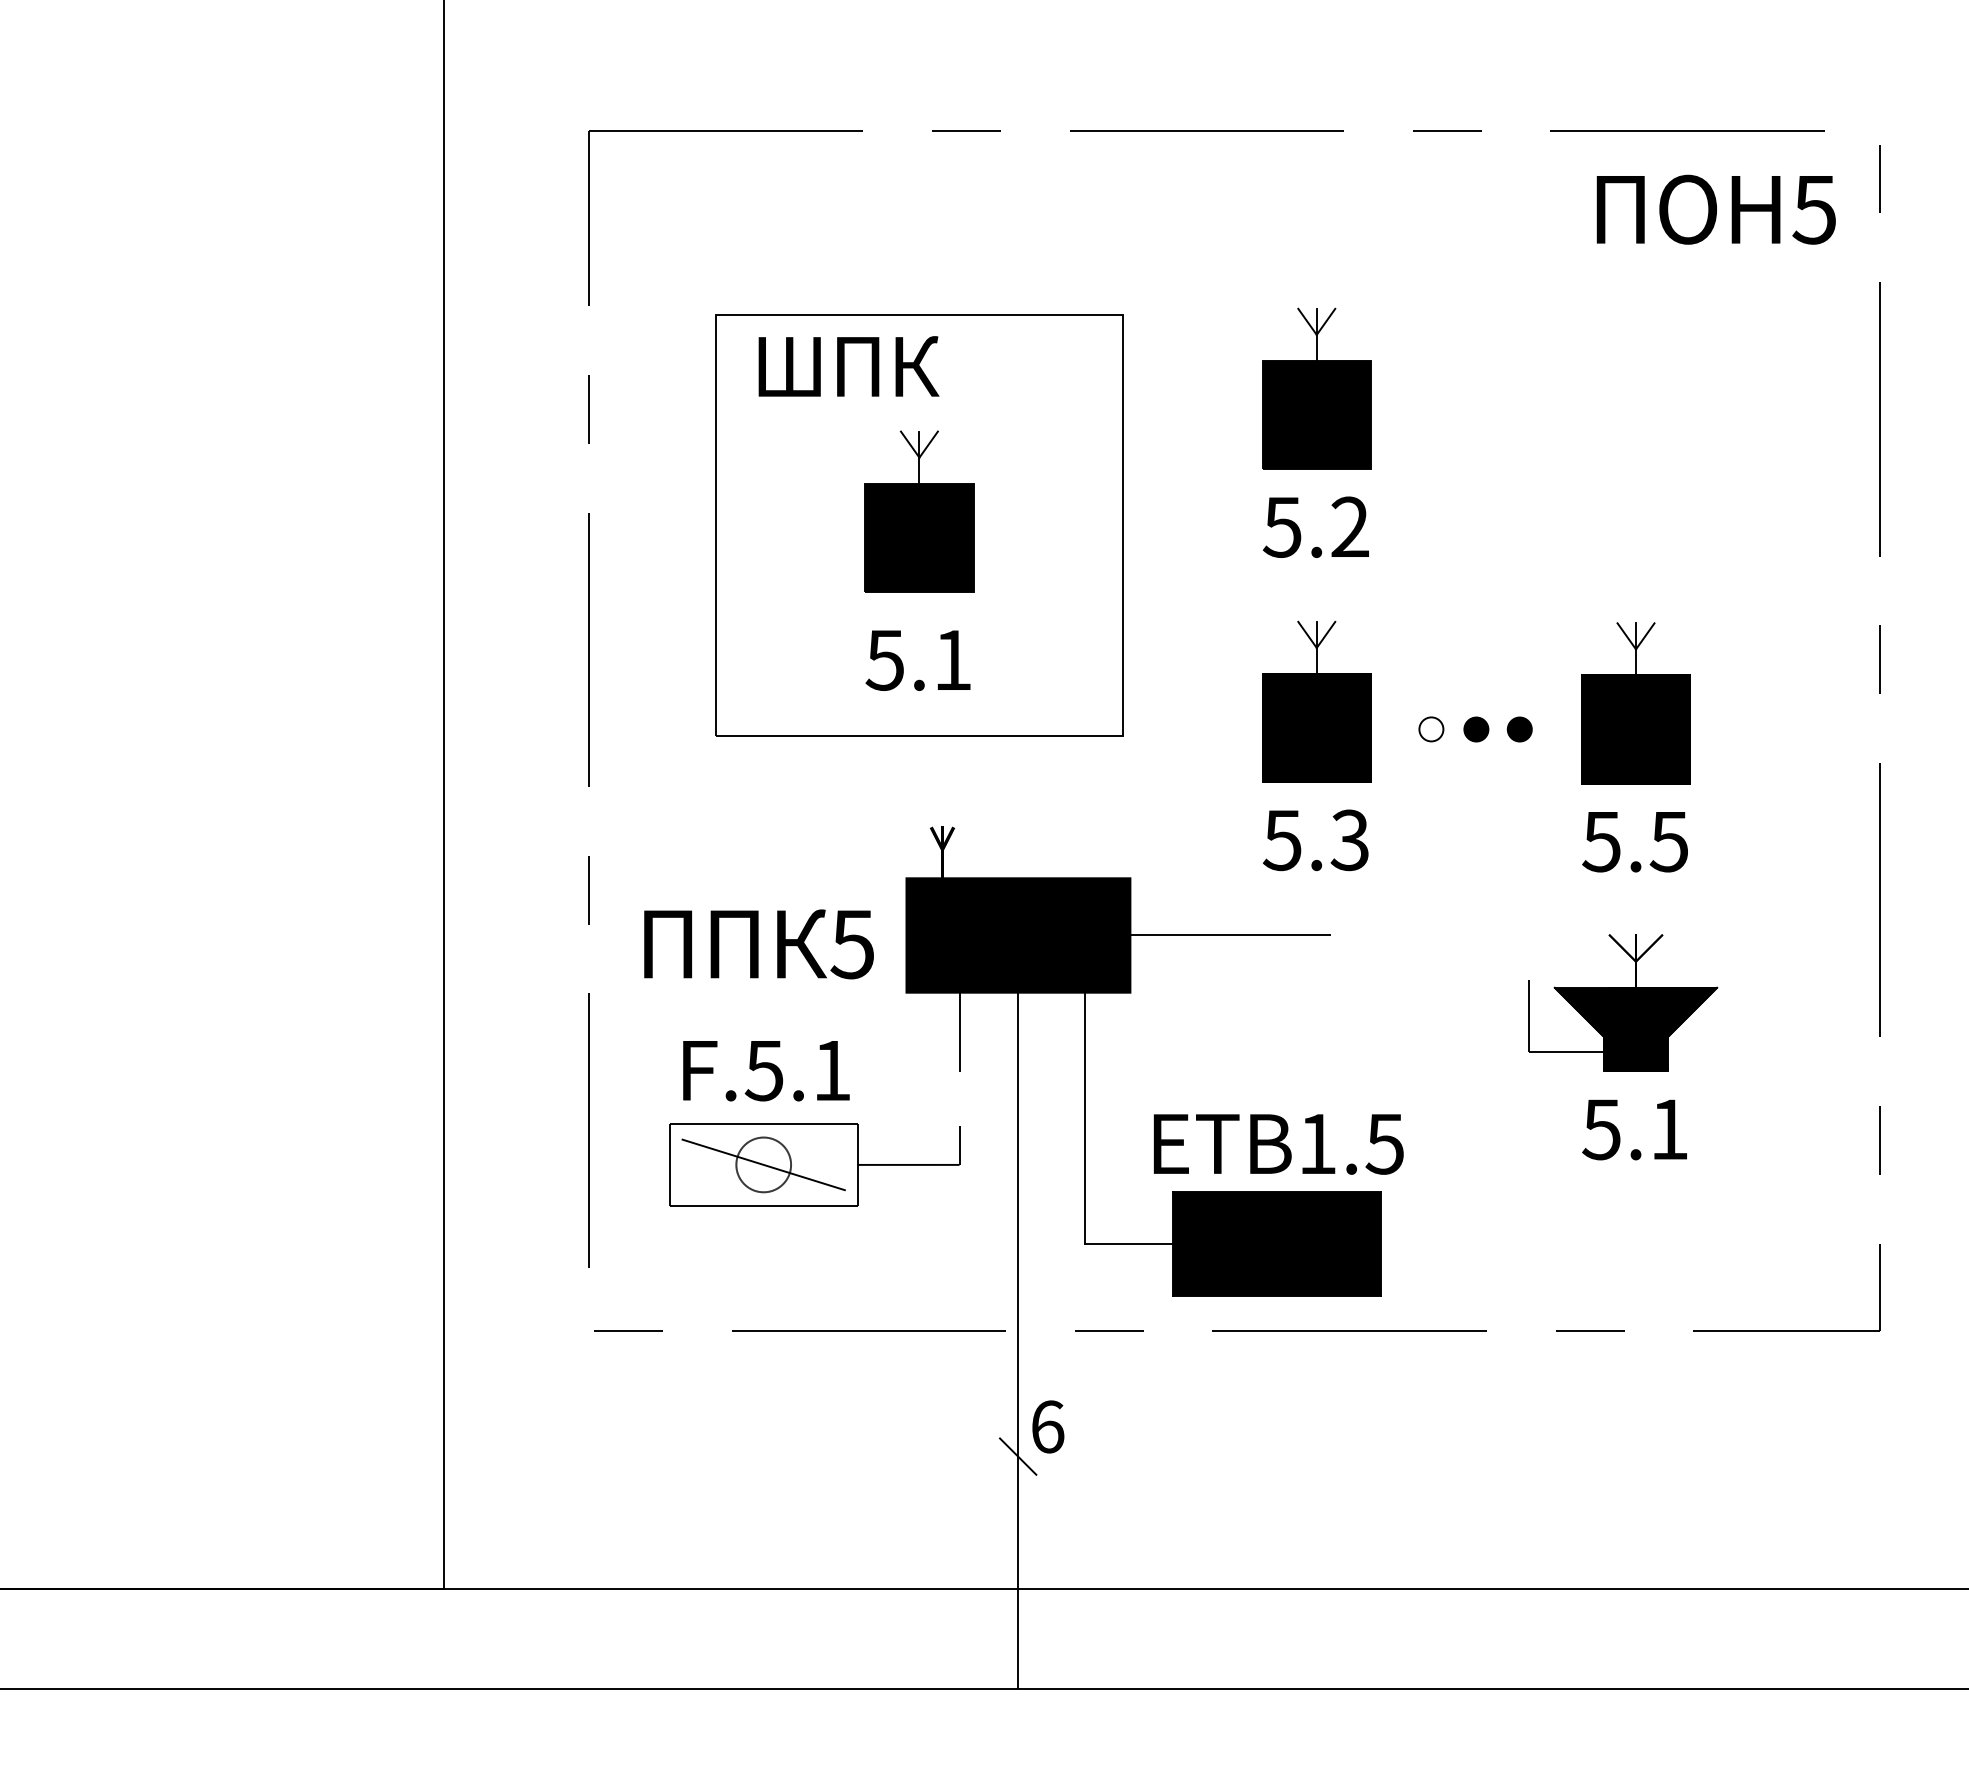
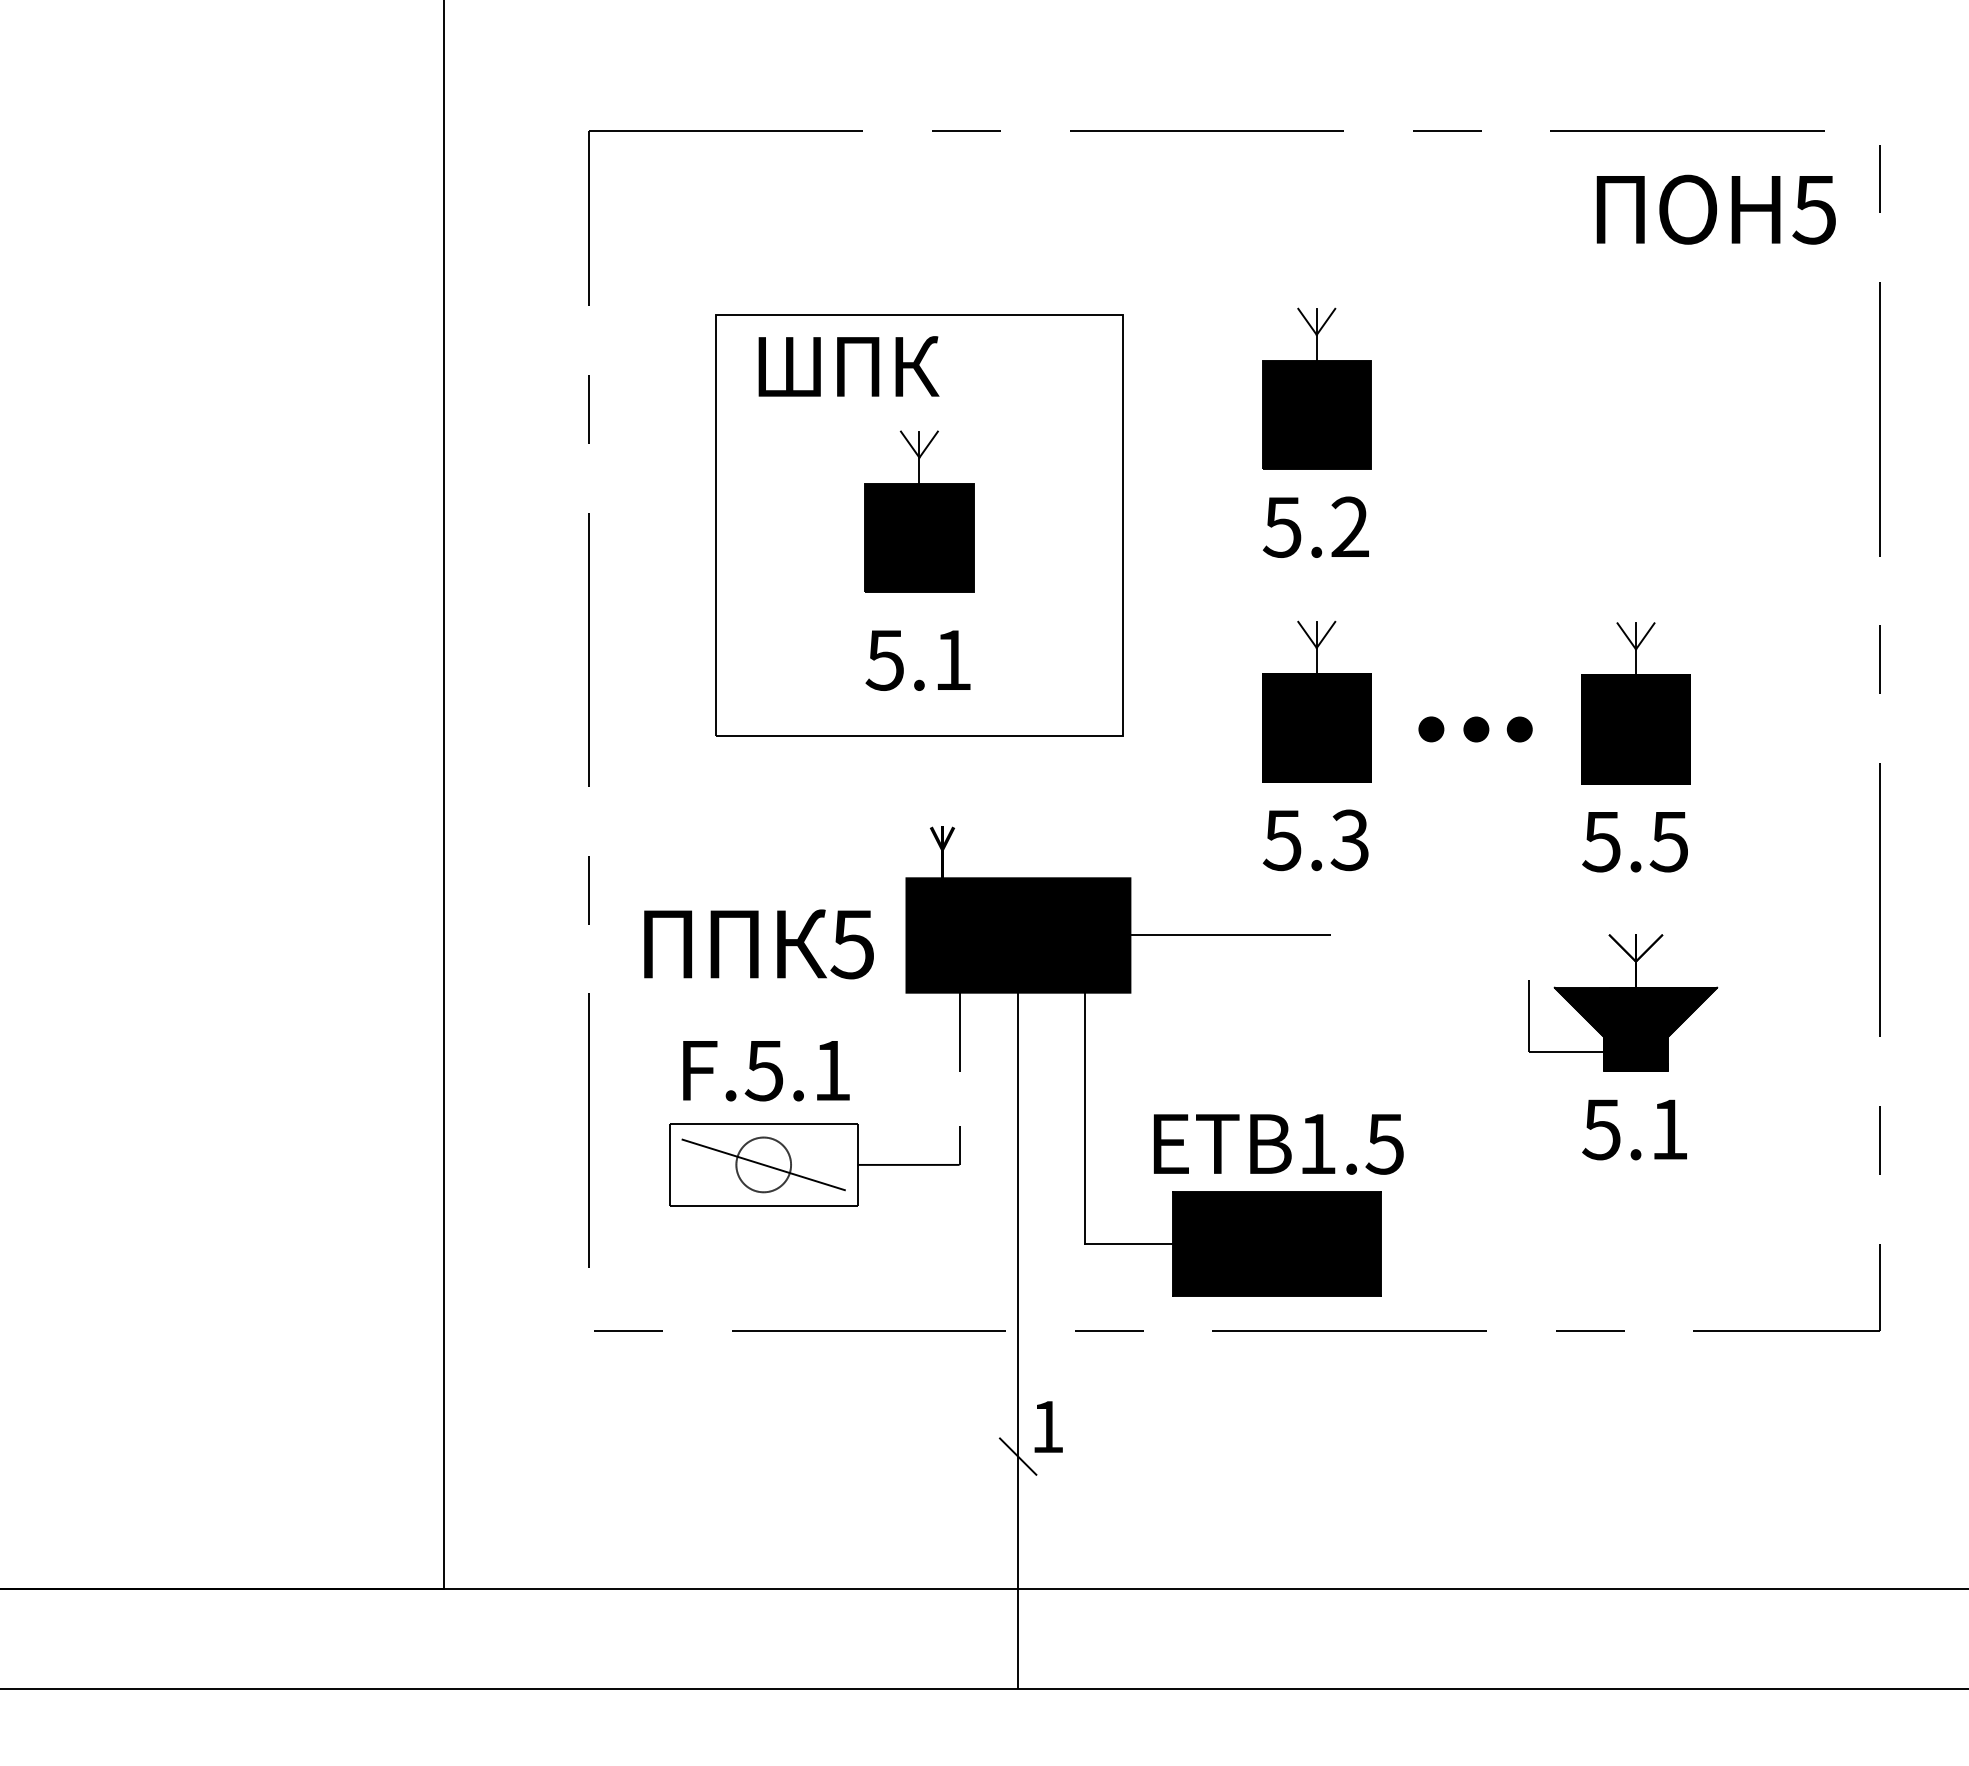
fill at (1431, 729): none -> present
text at (1048, 1426): 6 -> 1
